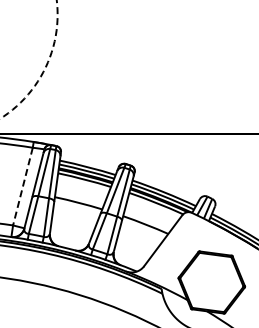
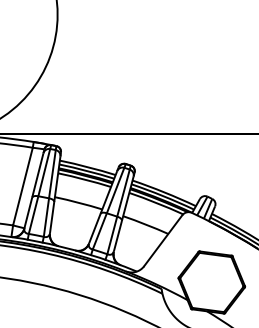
arc at (45, 67): dashed -> solid
line at (22, 187): dashed -> solid
